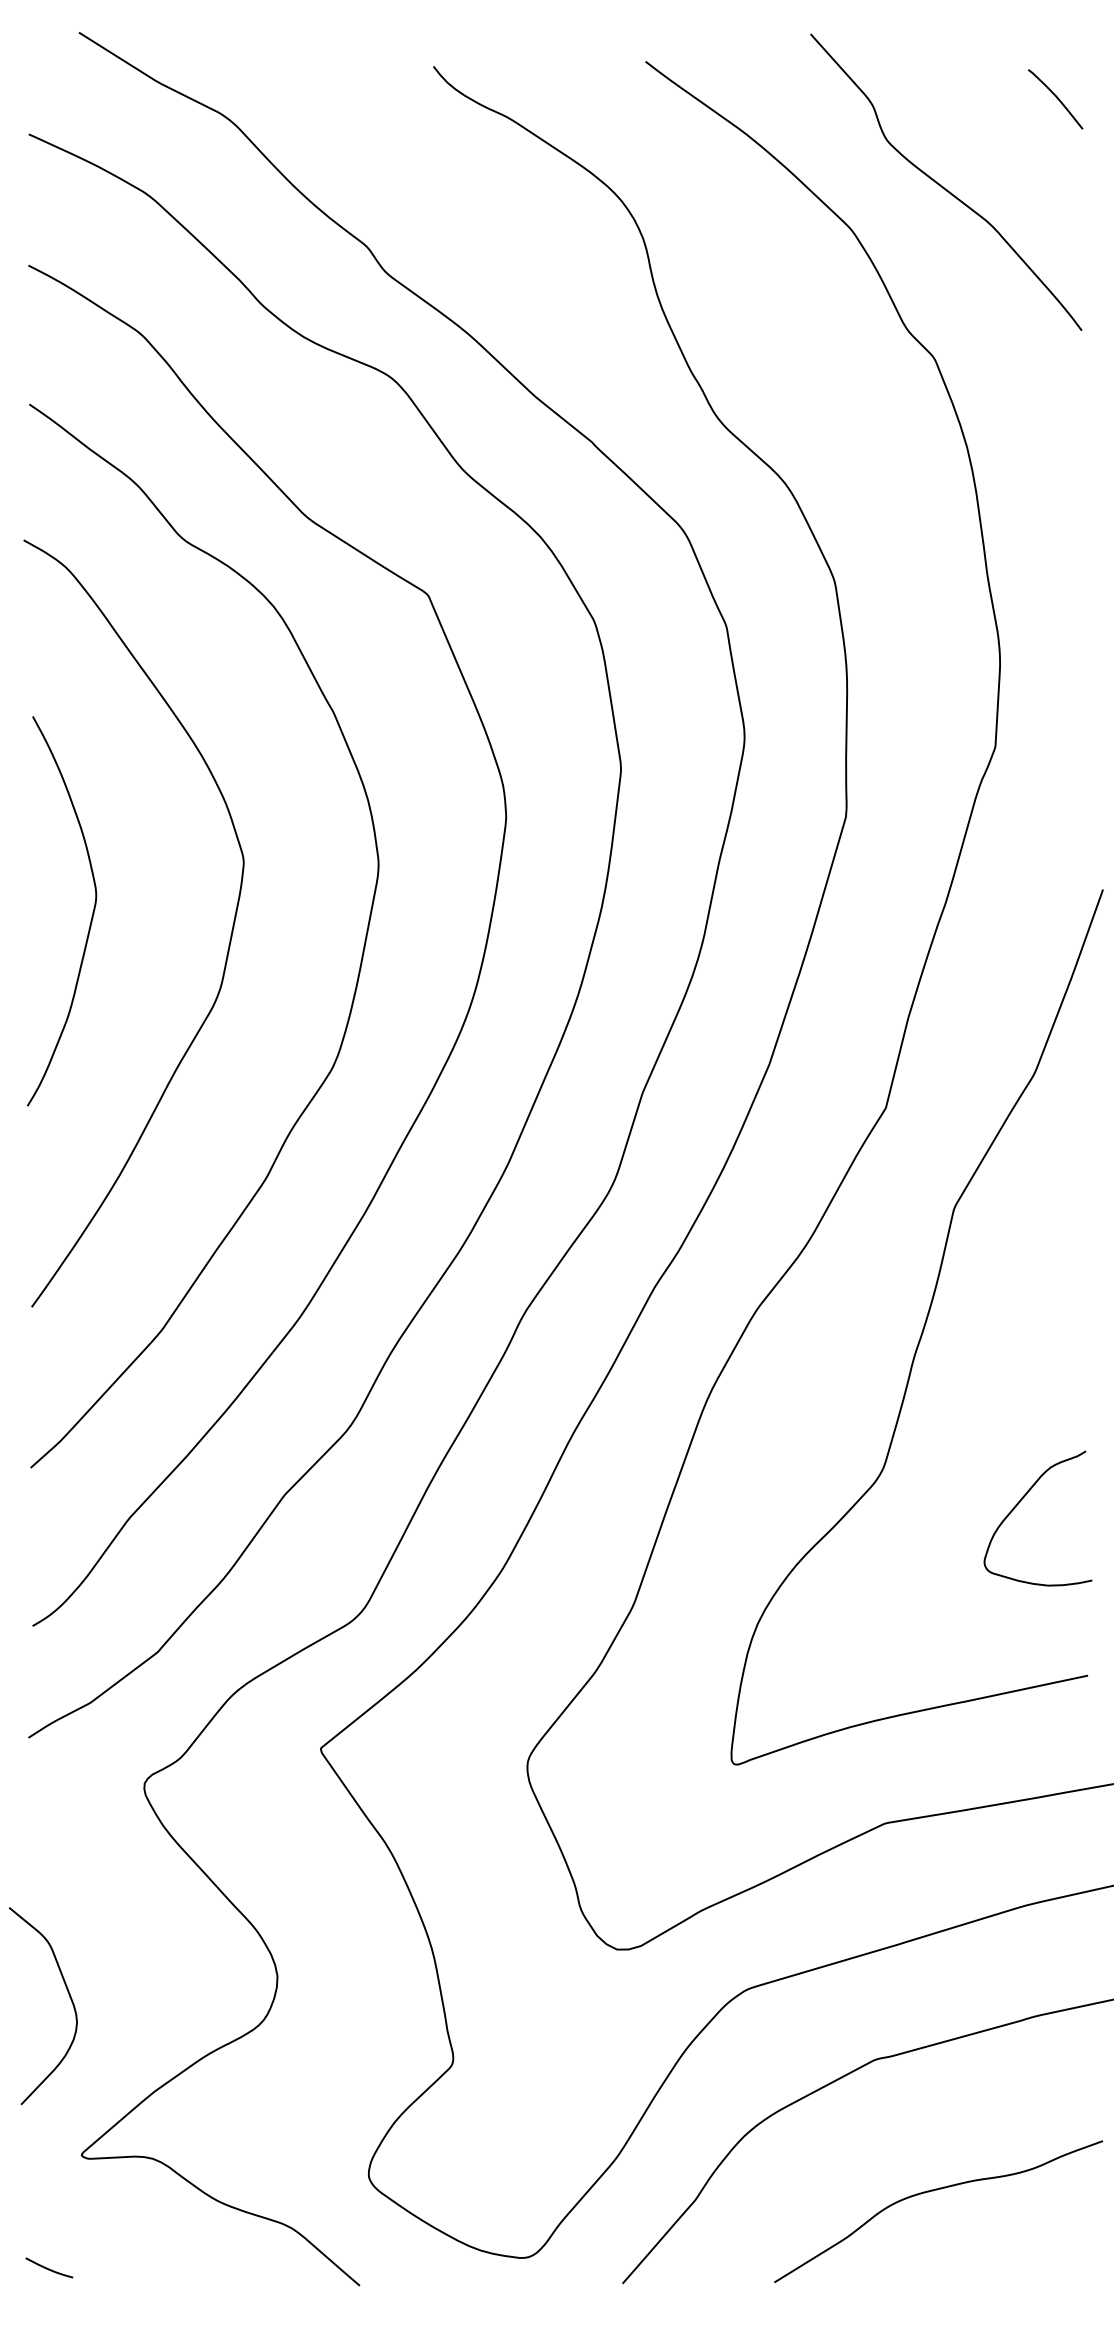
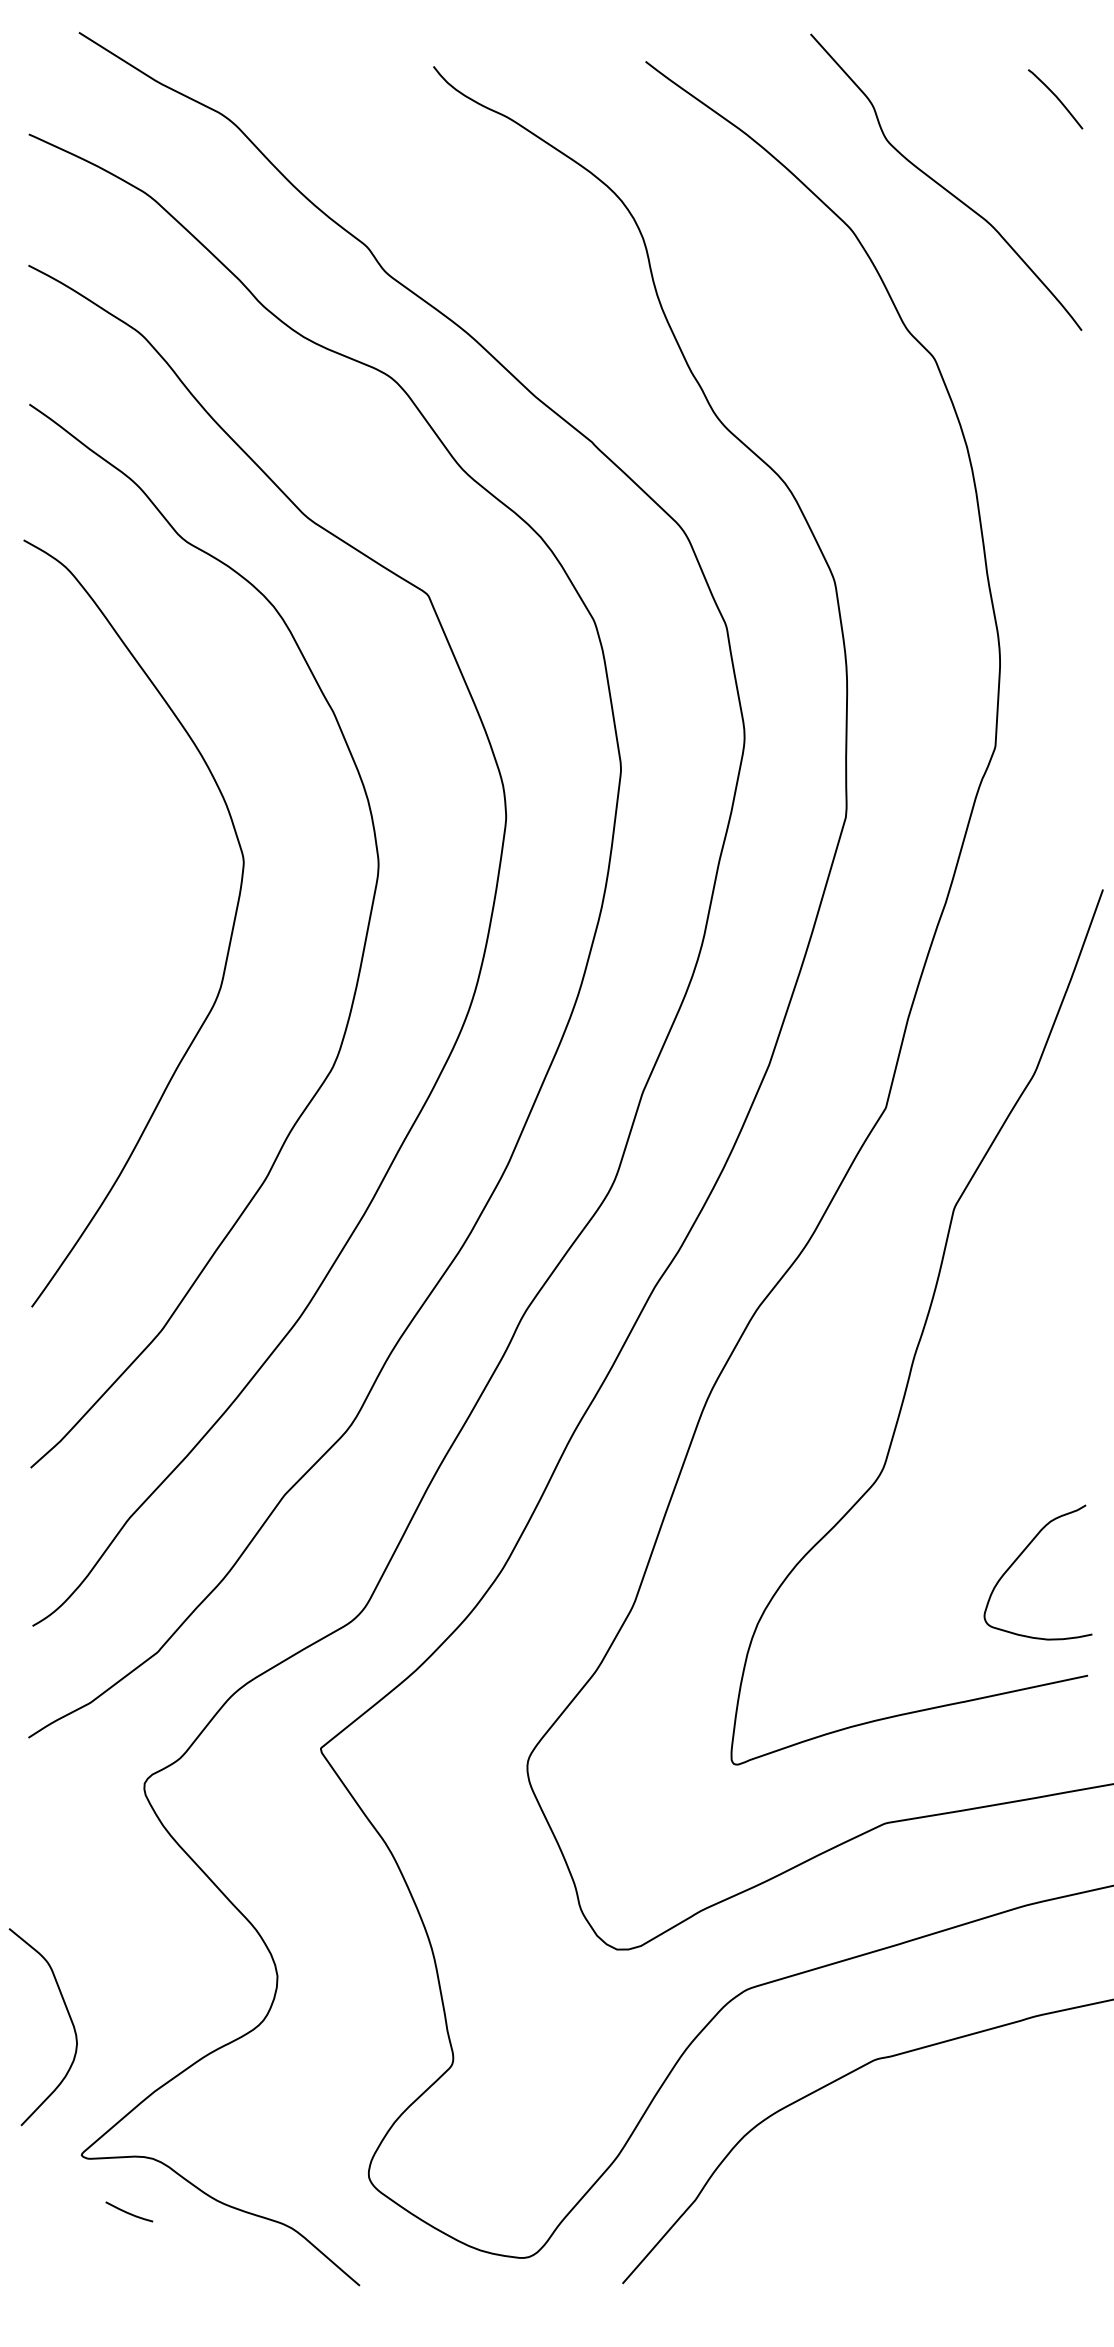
curve at (90, 920): present -> none
curve at (1021, 1501) position: (1021, 1501) -> (1021, 1555)
curve at (69, 1997) position: (69, 1997) -> (69, 2018)
curve at (933, 2191): present -> none
curve at (49, 2268) position: (49, 2268) -> (129, 2212)
